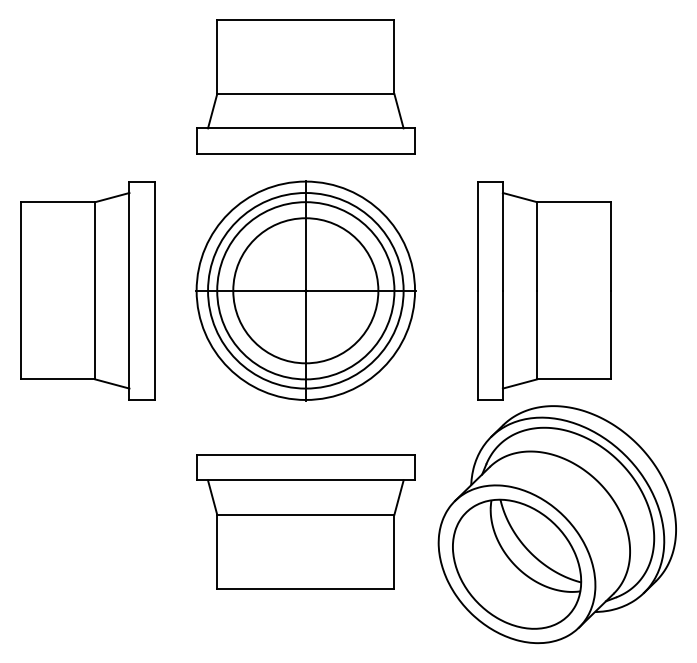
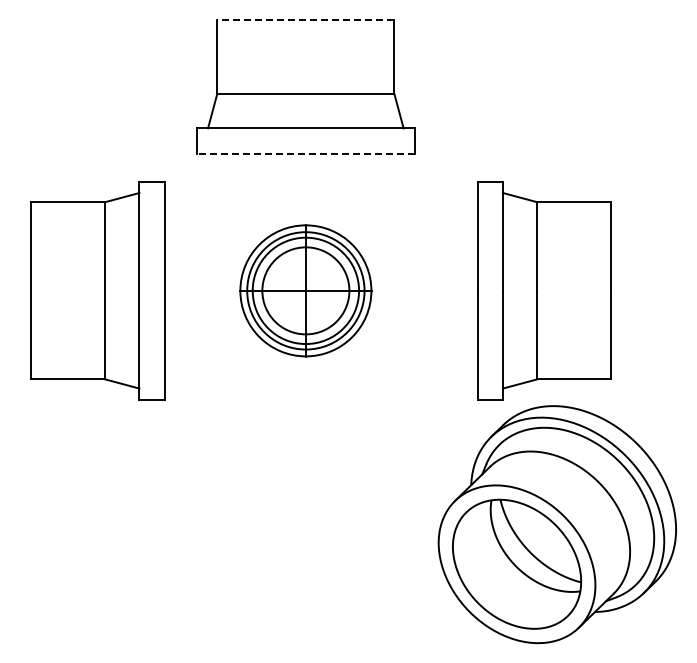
line at (305, 19): solid -> dashed
line at (305, 153): solid -> dashed
part at (87, 290) position: (87, 290) -> (97, 290)
part at (305, 290) size: 222x222 px -> 134x134 px
part at (305, 521): present -> none
